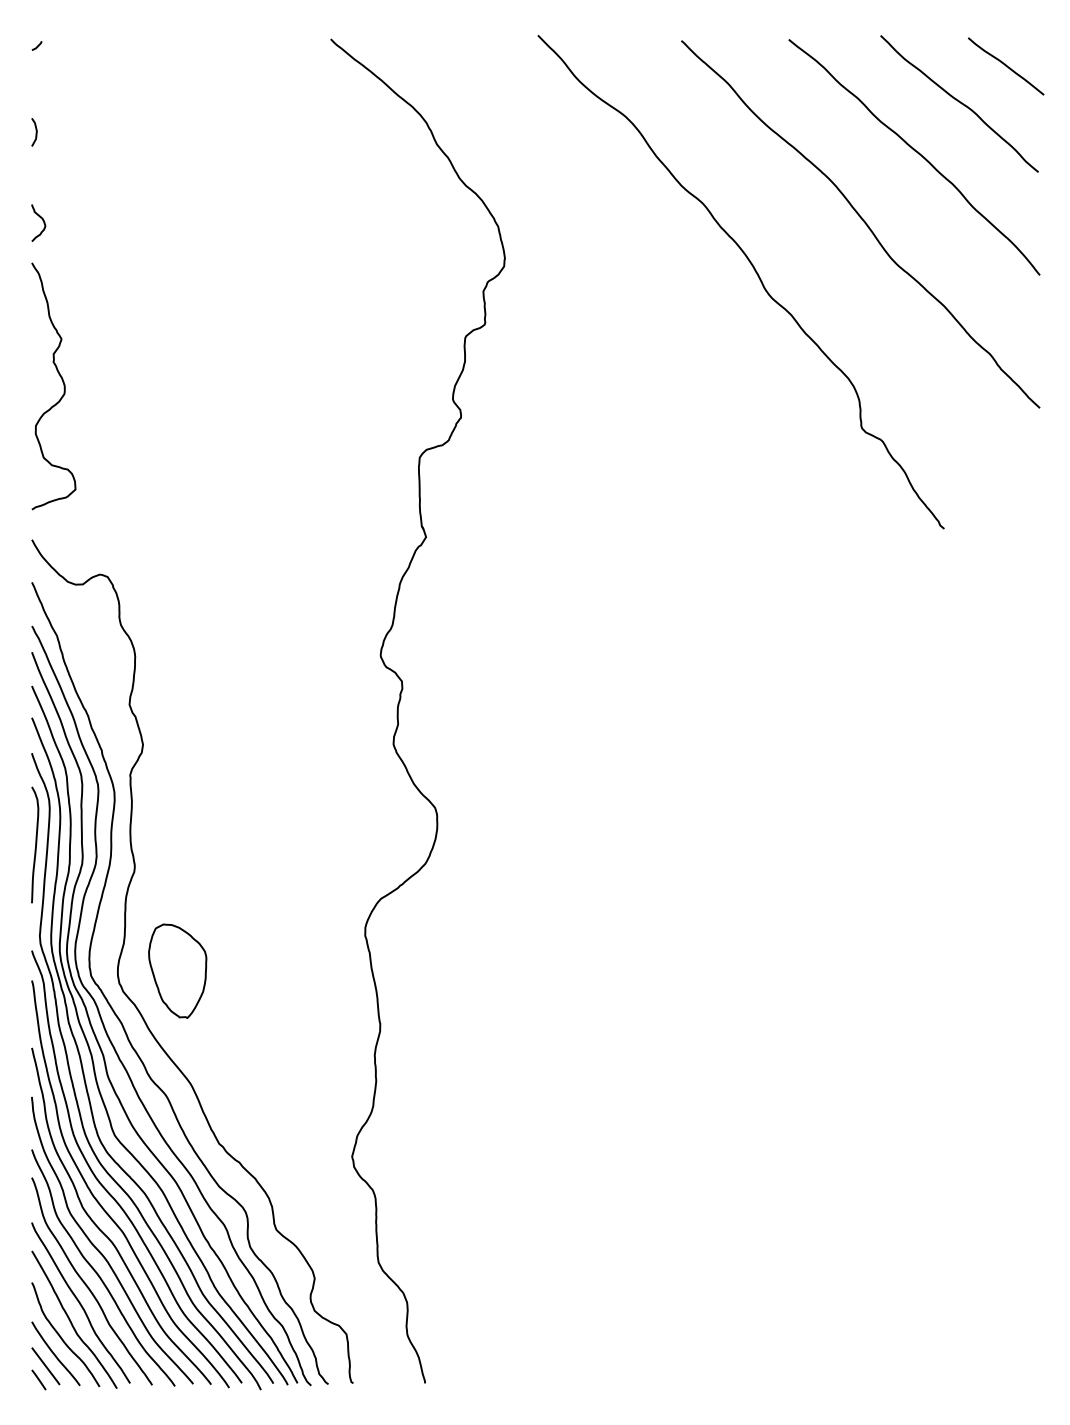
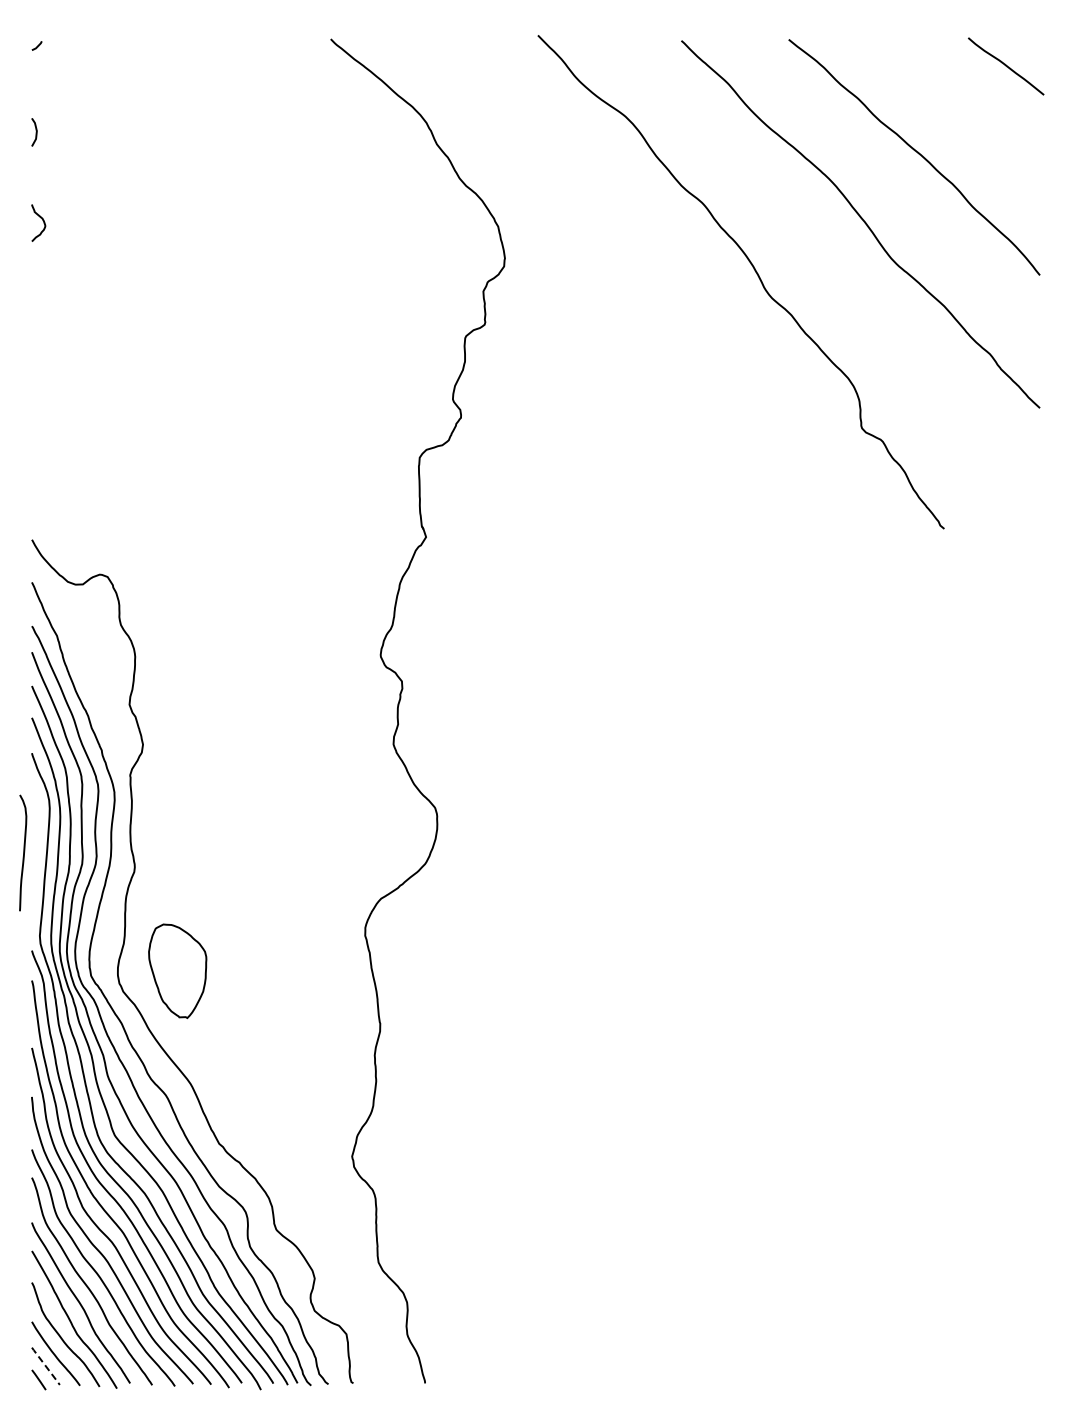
curve at (959, 102): present -> none
curve at (62, 382): present -> none
curve at (35, 844) position: (35, 844) -> (23, 852)
line at (45, 1366): solid -> dashed
